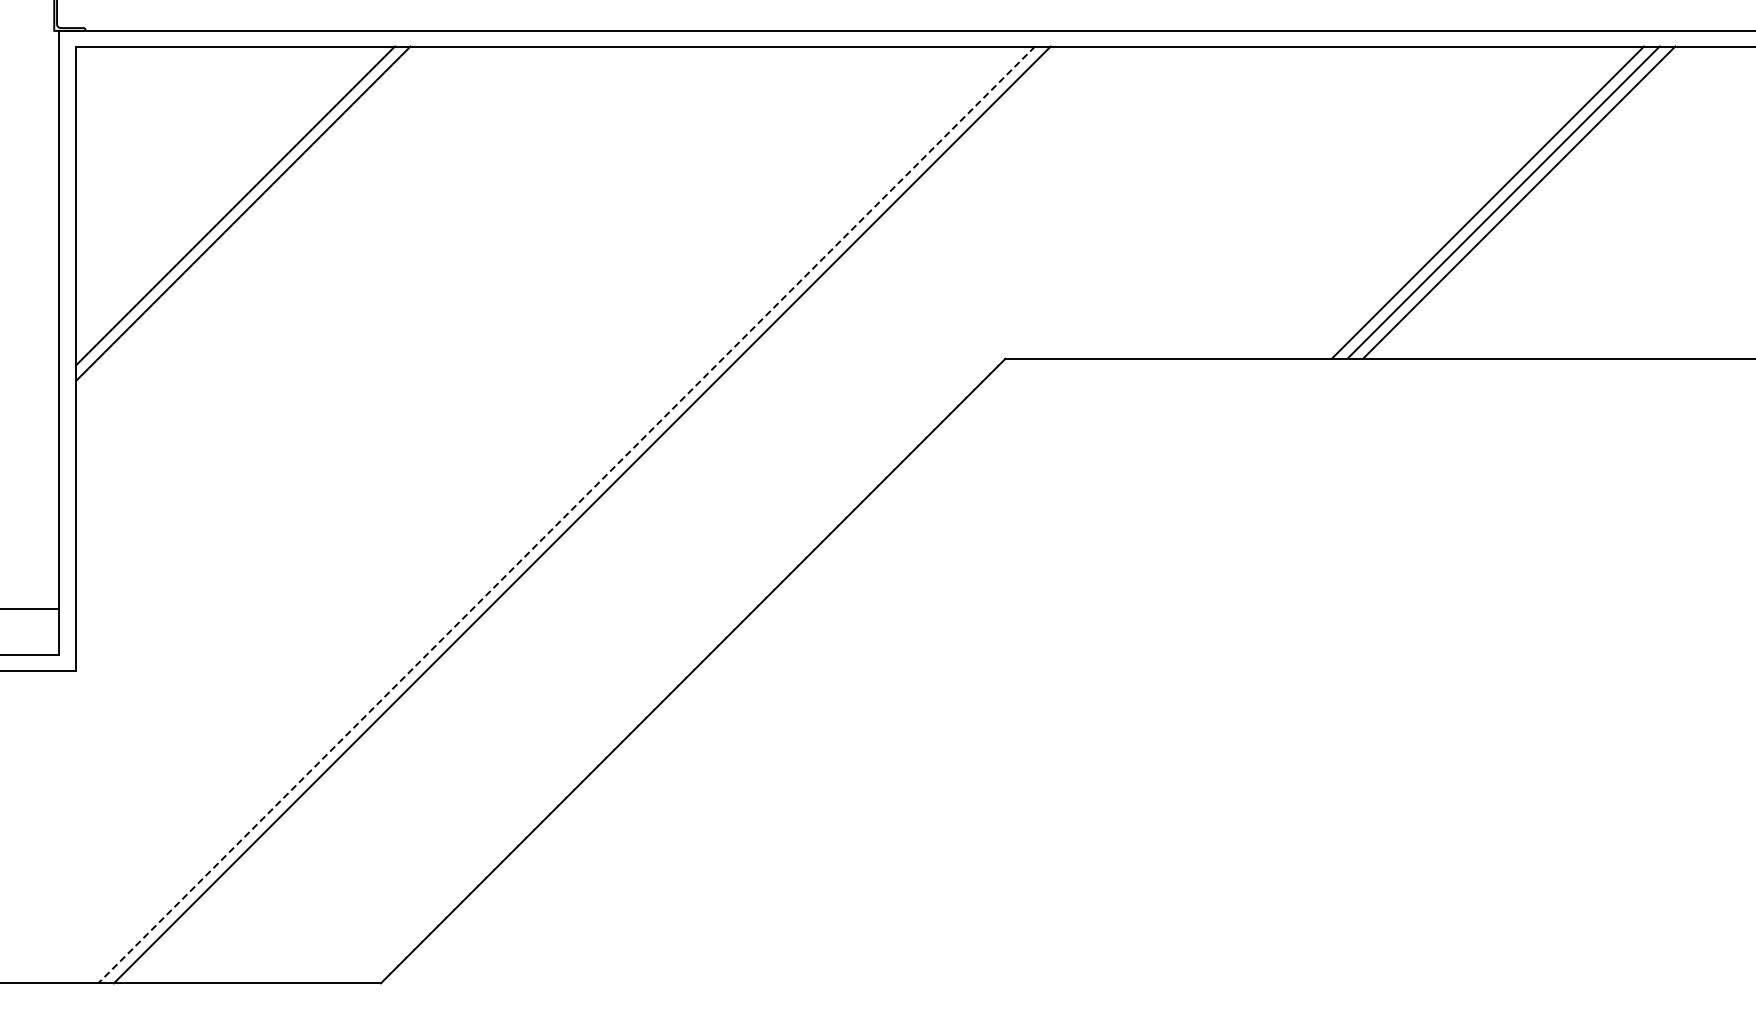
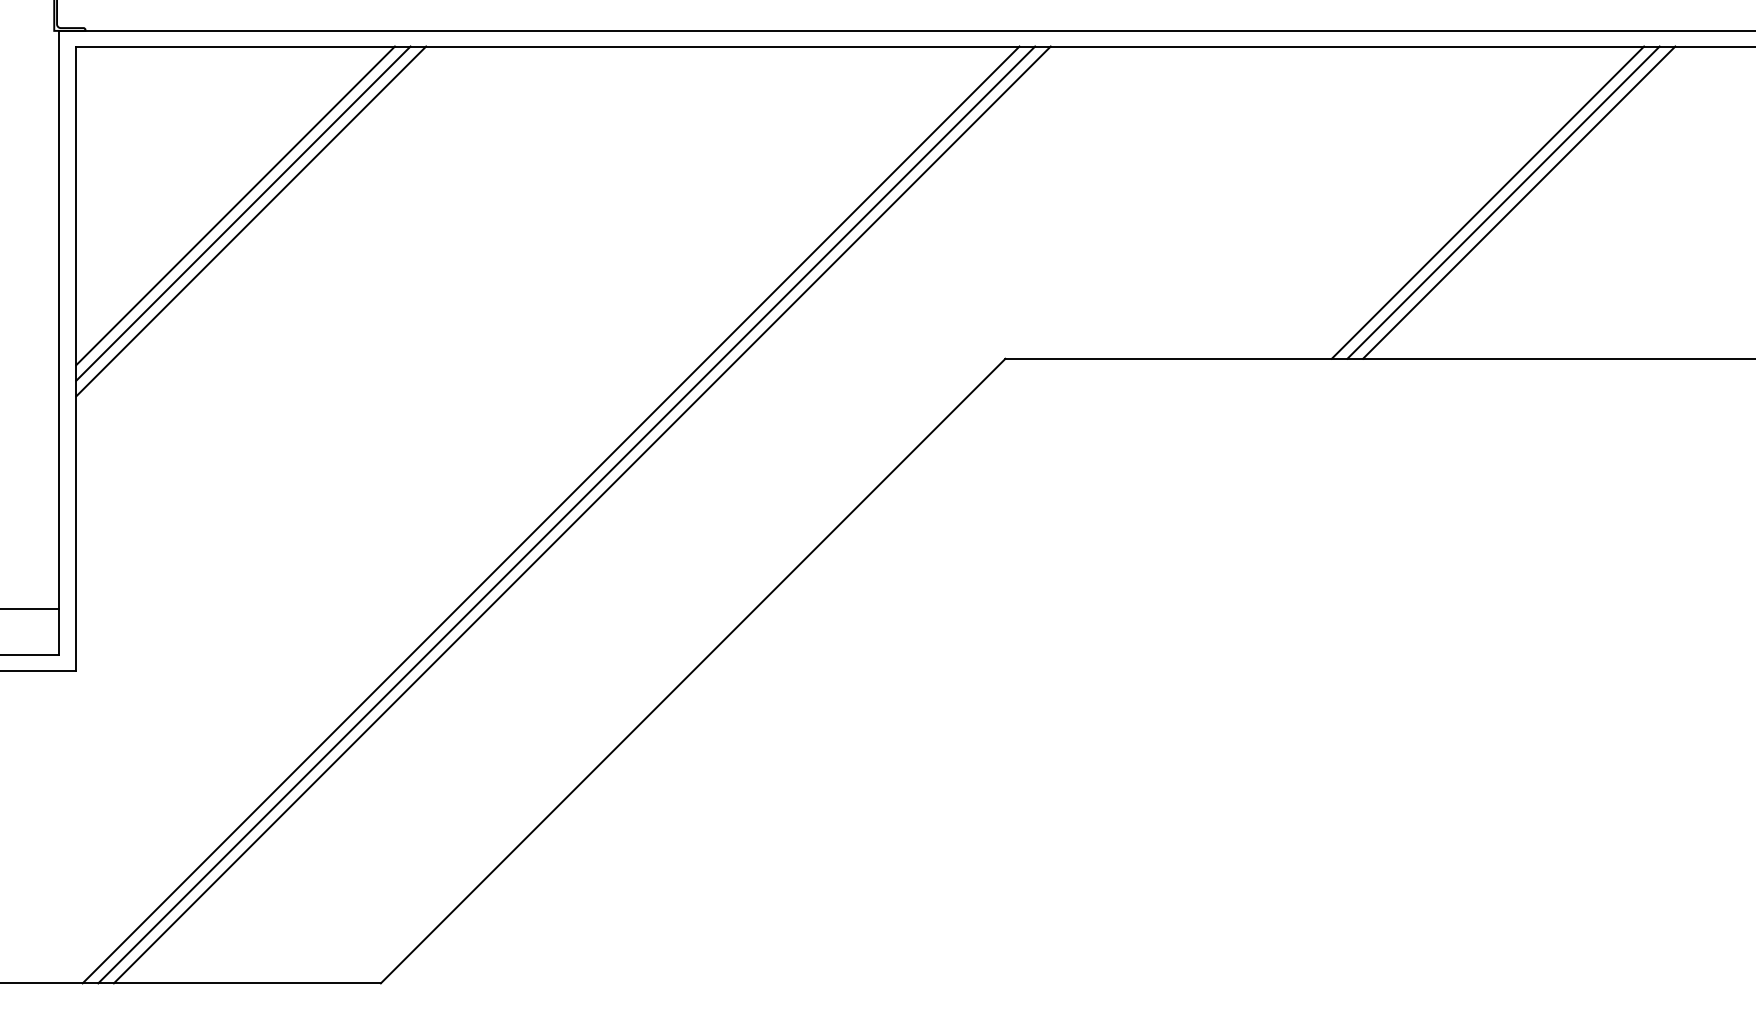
line at (251, 221): none -> present
line at (550, 514): none -> present
line at (566, 515): dashed -> solid
